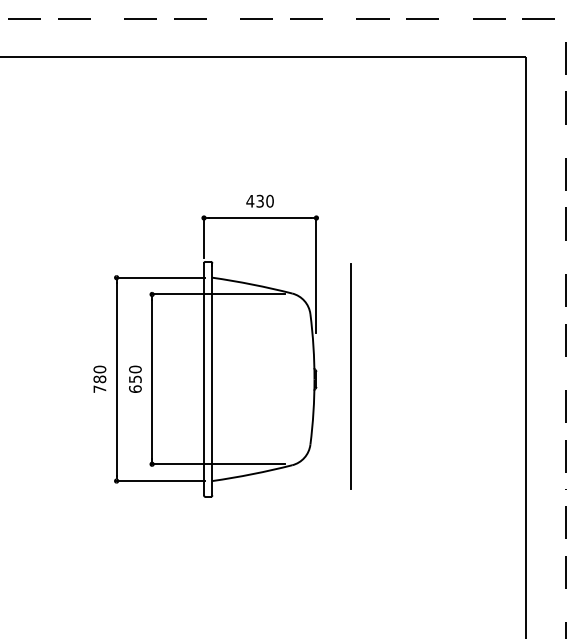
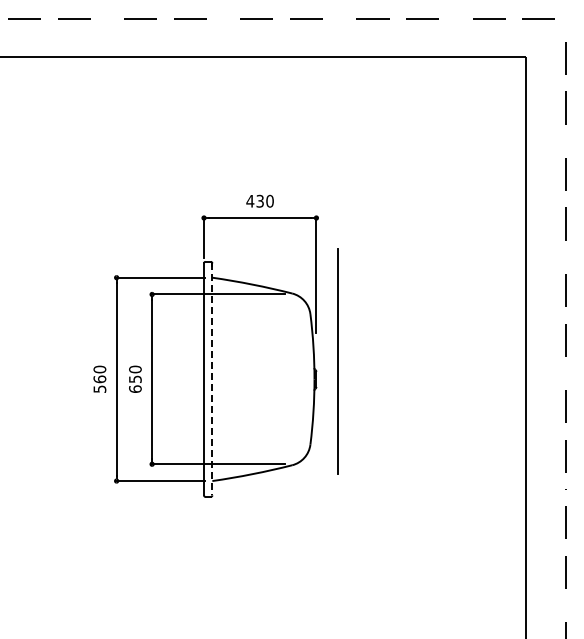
line at (350, 376) position: (350, 376) -> (337, 361)
line at (212, 379): solid -> dashed
text at (99, 383): 780 -> 560
